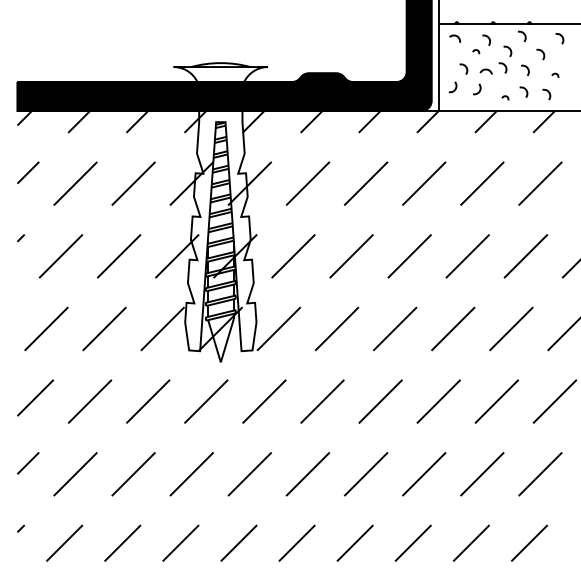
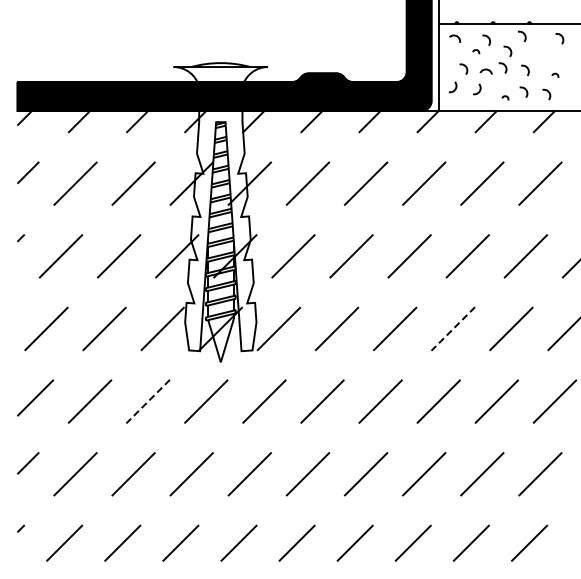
curve at (541, 52): present -> none
line at (453, 328): solid -> dashed
line at (148, 401): solid -> dashed
